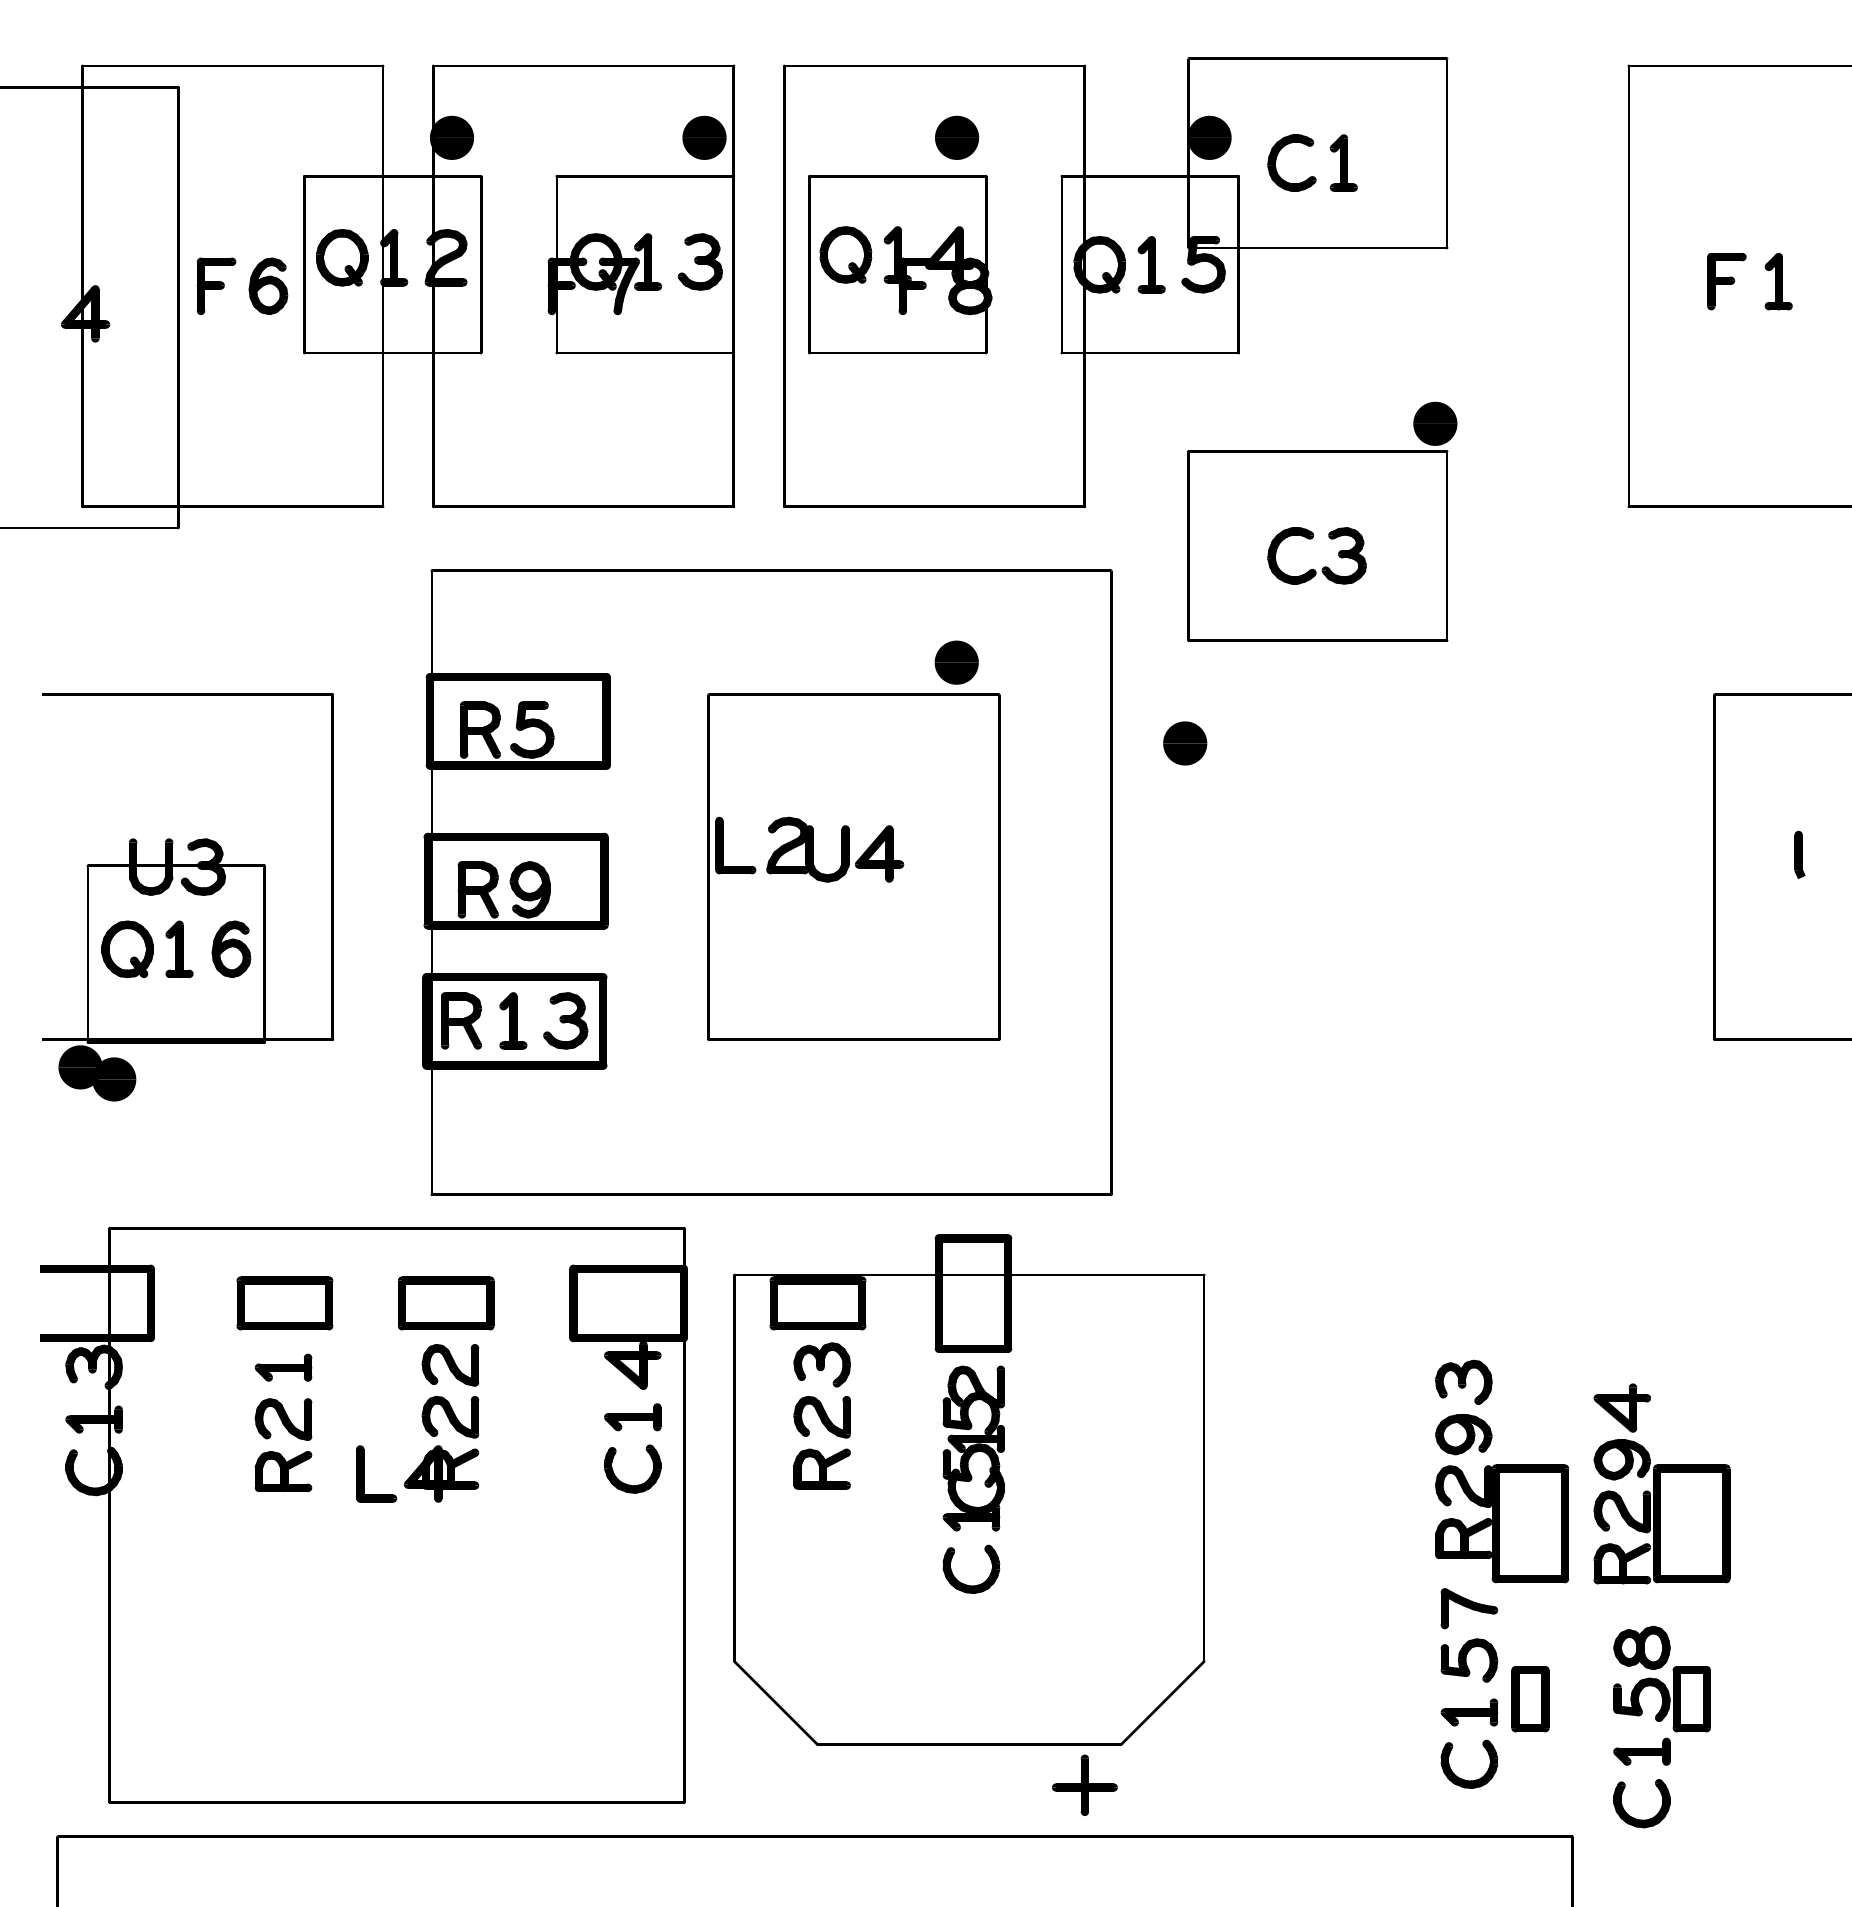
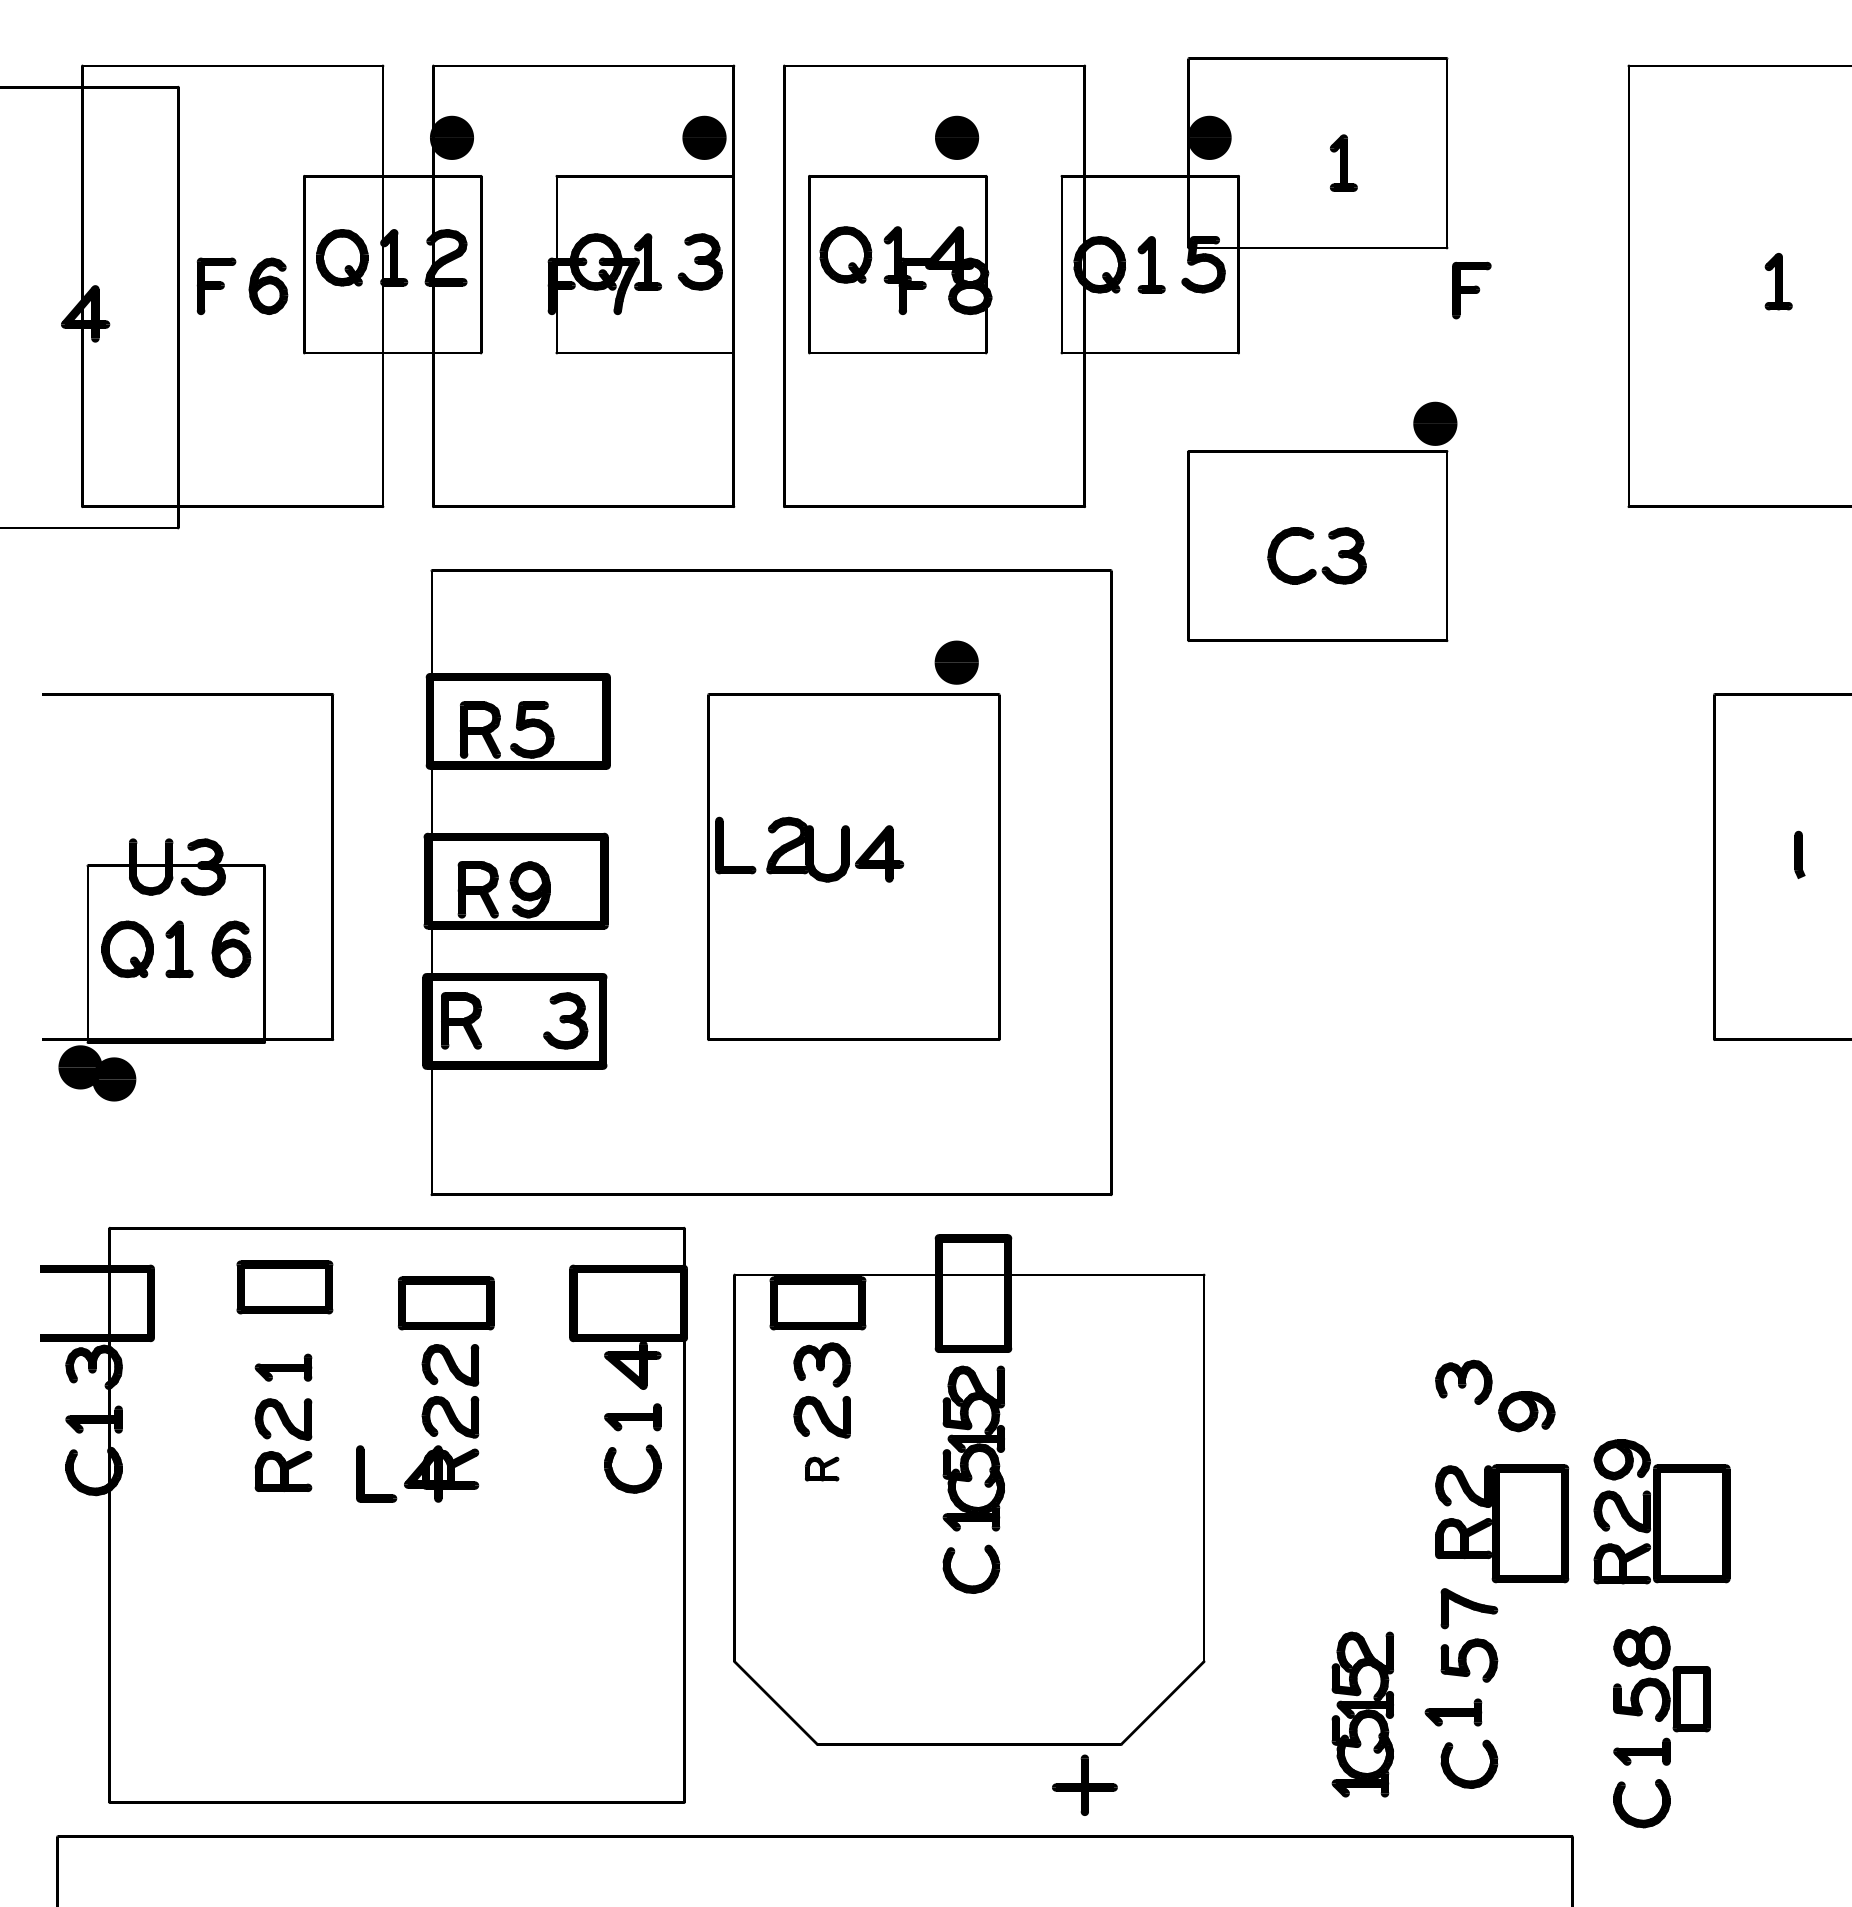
part at (1277, 157): present -> none
part at (1726, 281) position: (1726, 281) -> (1471, 290)
part at (1185, 743): present -> none
part at (513, 1020): present -> none
part at (284, 1303) position: (284, 1303) -> (284, 1287)
part at (1621, 1407): present -> none
part at (1463, 1434) position: (1463, 1434) -> (1526, 1411)
part at (821, 1468) size: 58x42 px -> 35x26 px
part at (1530, 1699): present -> none
part at (1469, 1712) position: (1469, 1712) -> (1453, 1712)
part at (1362, 1714): none -> present
